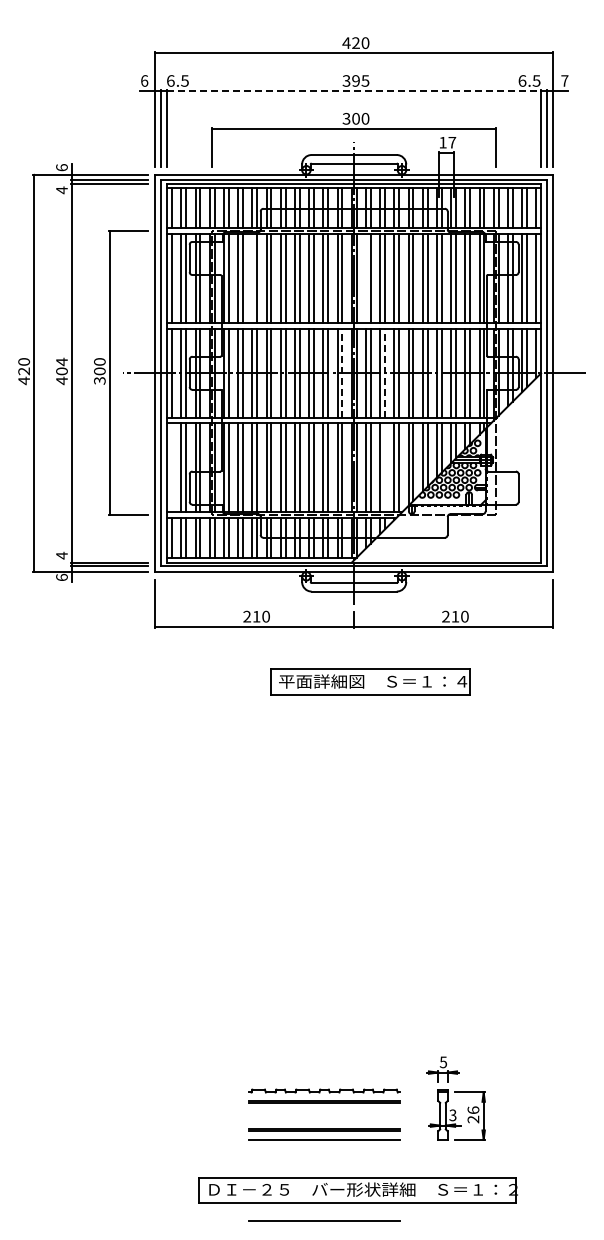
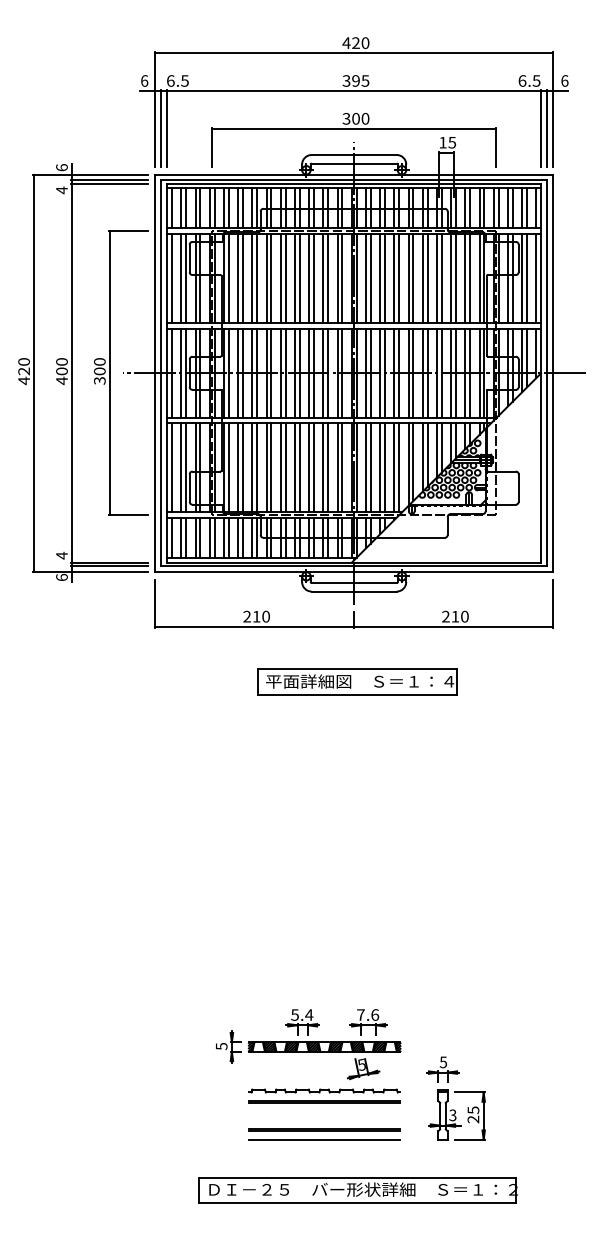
text at (564, 80): 7 -> 6
line at (354, 91): dashed -> solid
text at (452, 142): 17 -> 15
line at (252, 278): none -> present
line at (366, 278): none -> present
text at (61, 361): 404 -> 400
line at (342, 372): dashed -> solid
line at (384, 372): dashed -> solid
line at (171, 467): none -> present
line at (384, 467): none -> present
part at (370, 681) position: (370, 681) -> (357, 681)
part at (308, 1044): none -> present
text at (473, 1110): 26 -> 25
line at (324, 1220): present -> none
